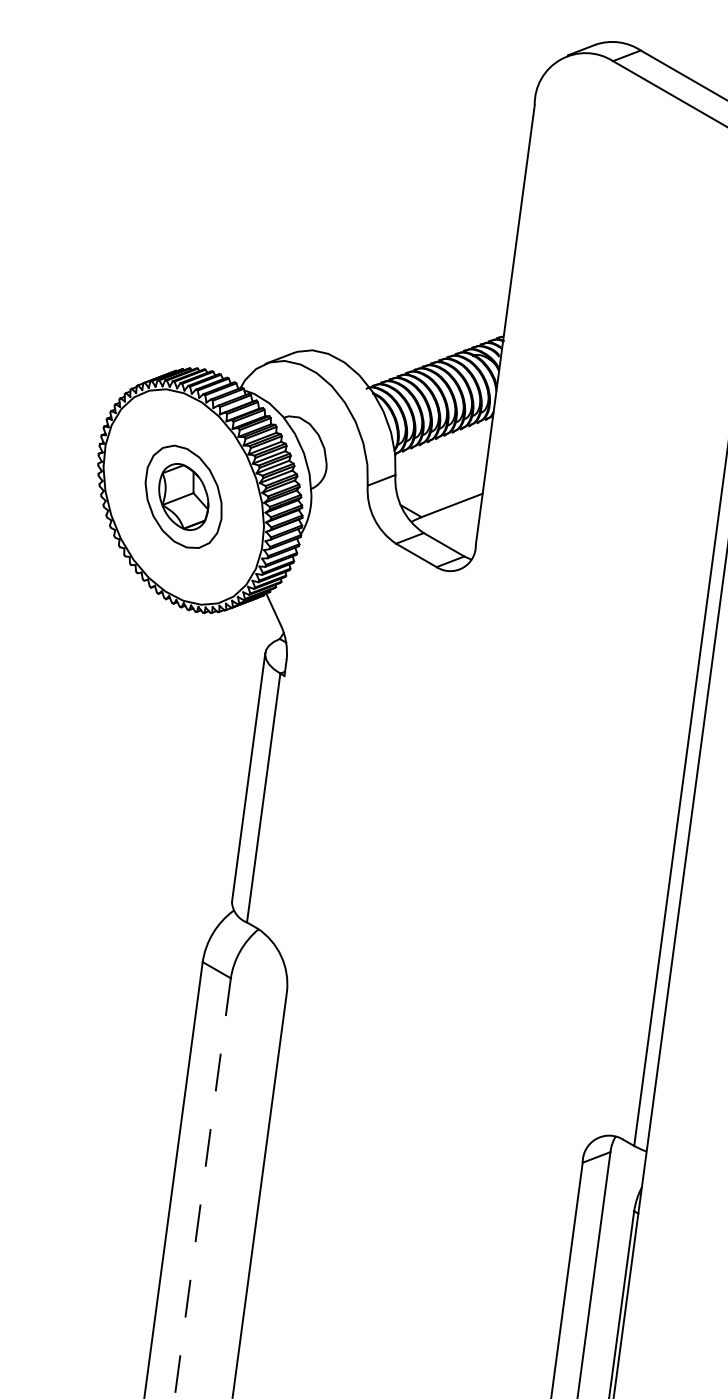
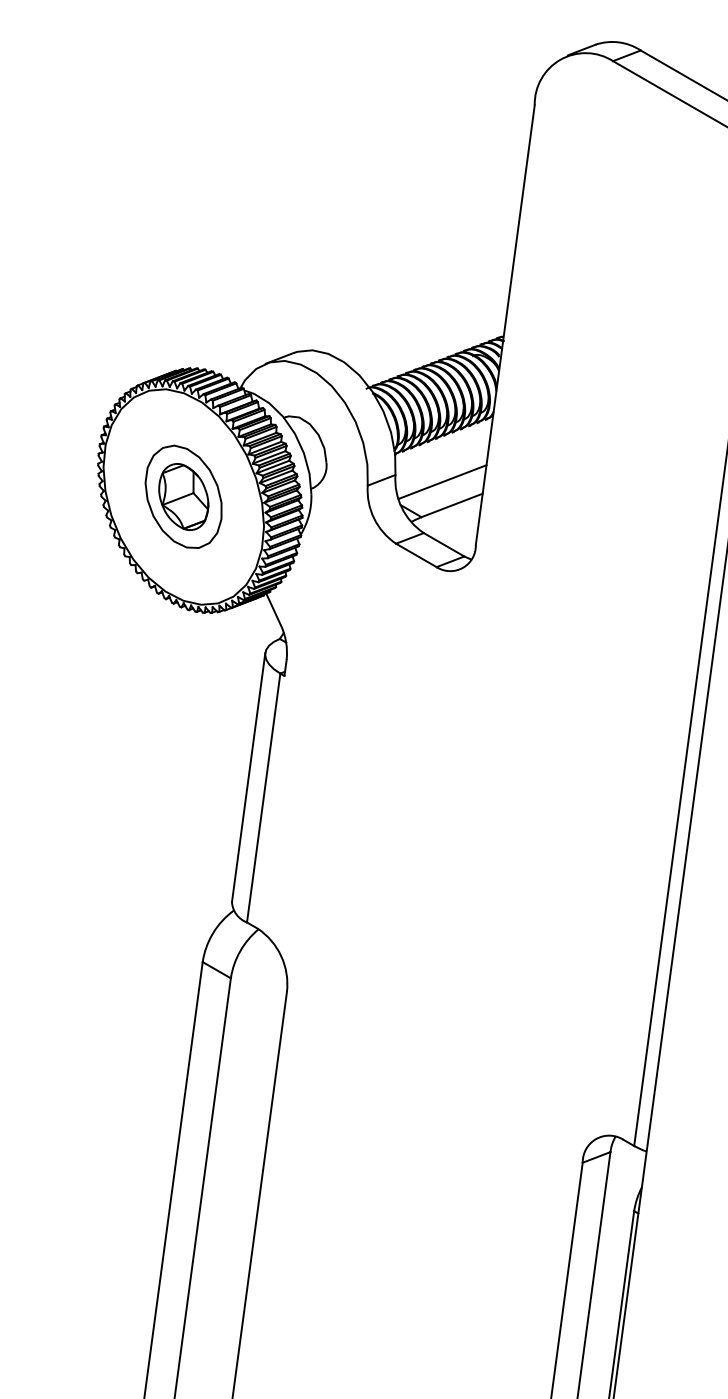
line at (442, 482): none -> present
line at (202, 1188): dashed -> solid
